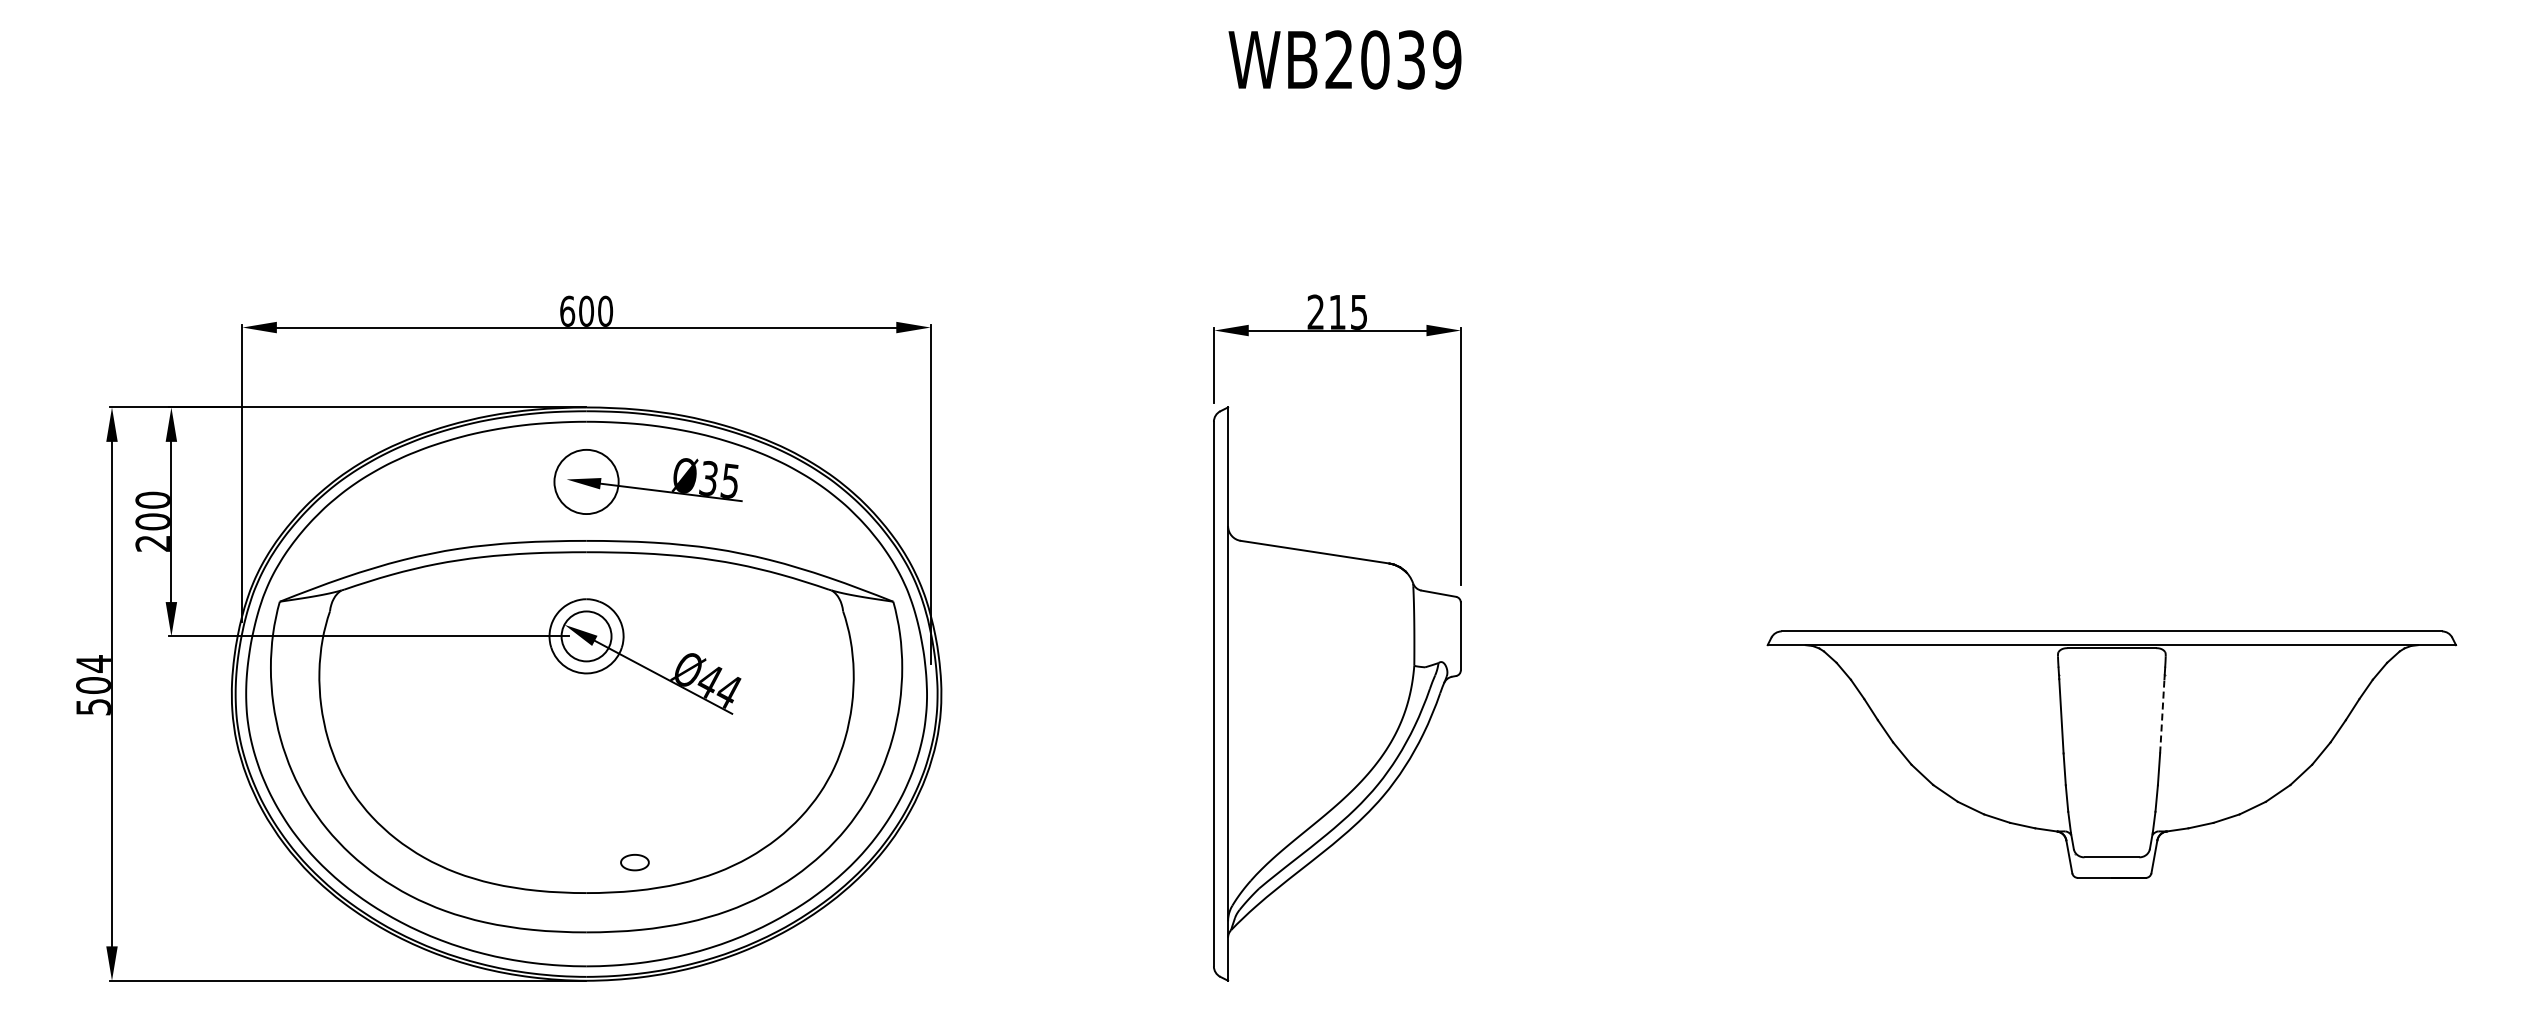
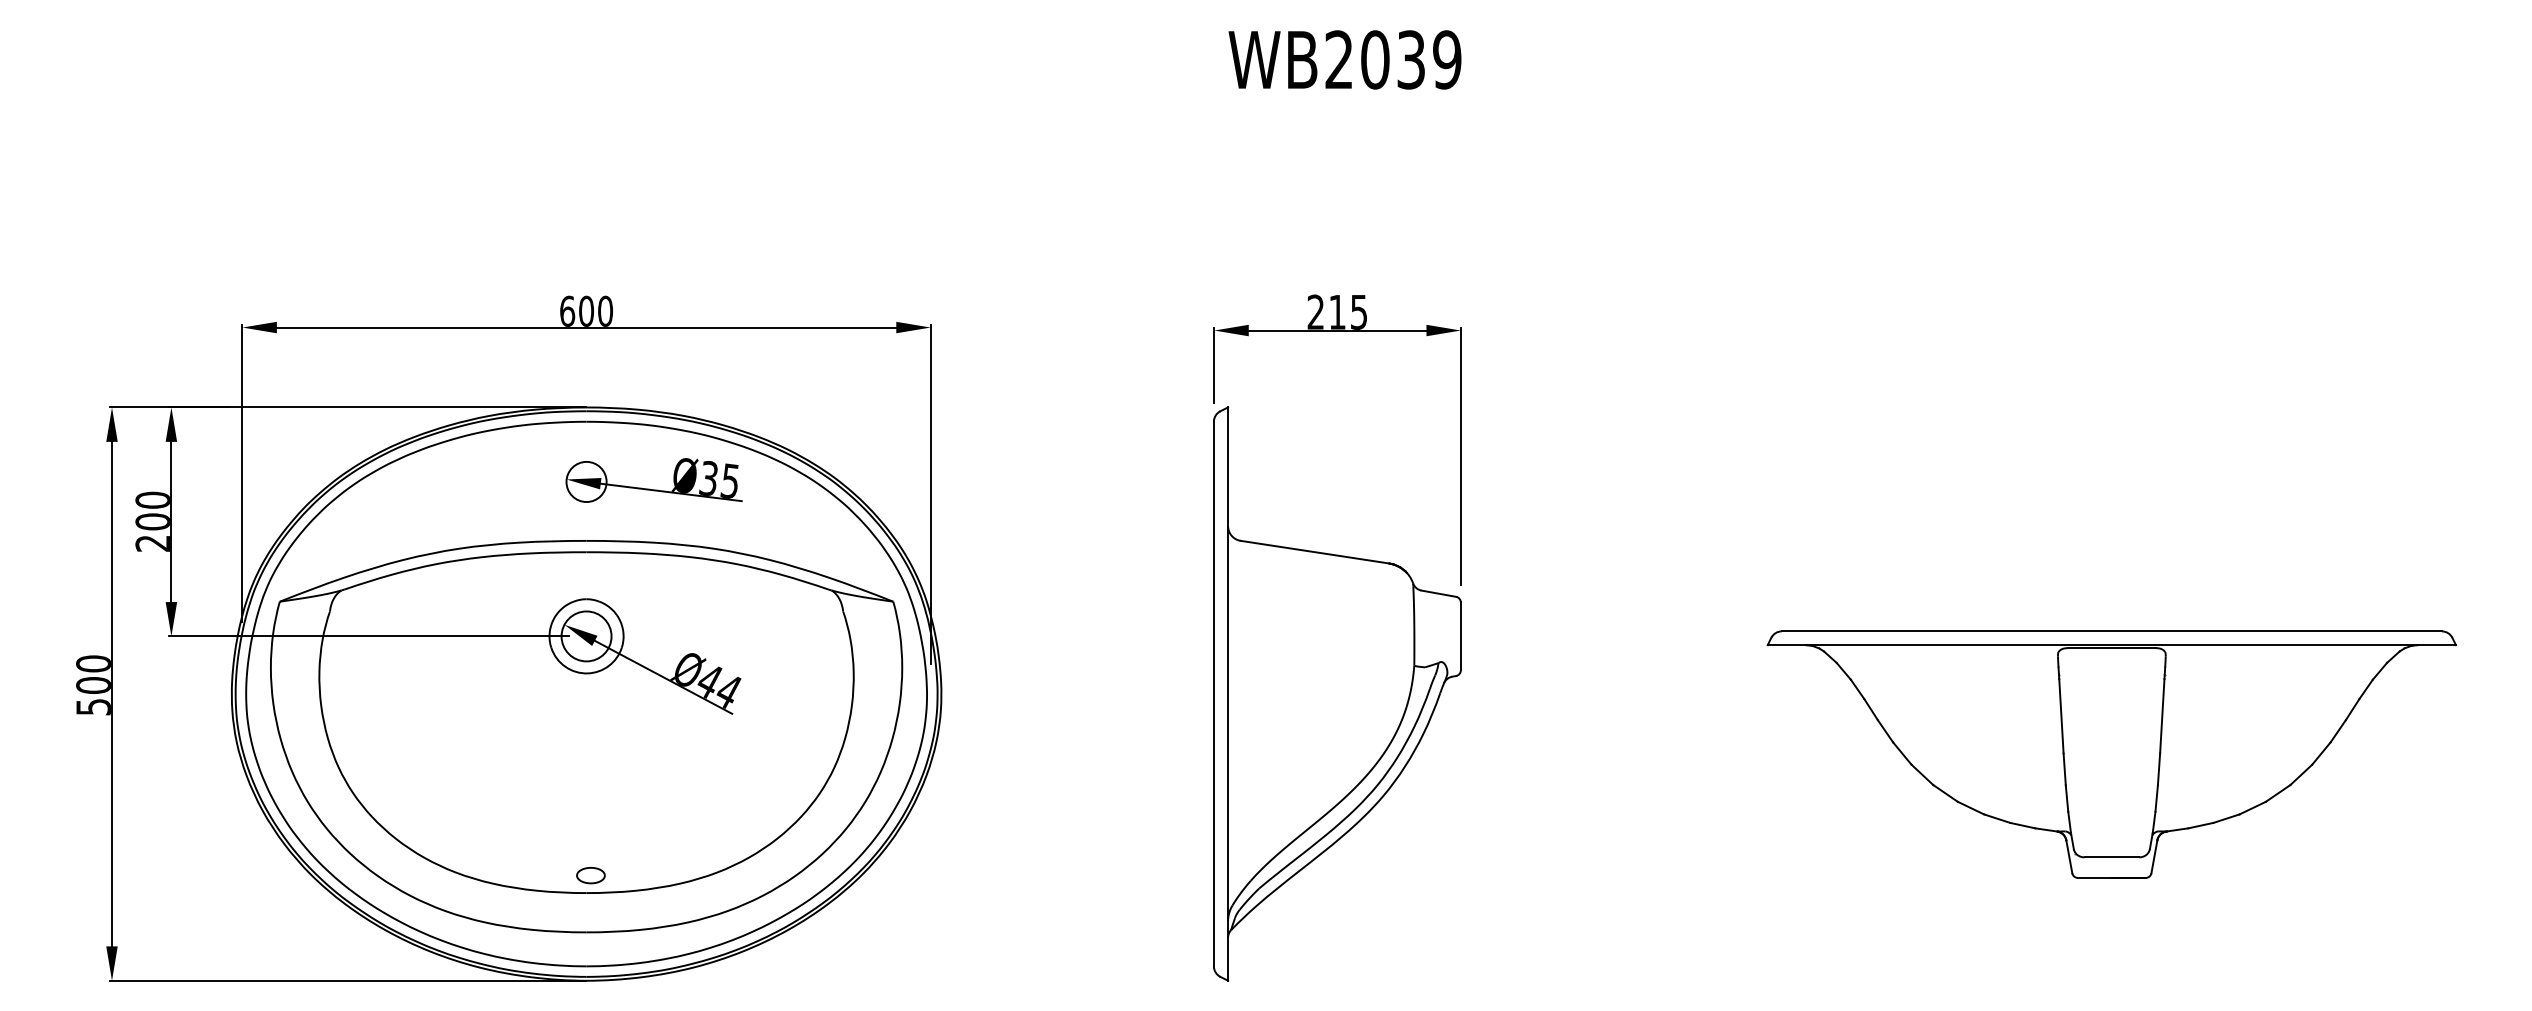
circle at (586, 481) diameter: 64 px -> 40 px
text at (93, 663): 504 -> 500
line at (2162, 715): dashed -> solid
part at (634, 862) position: (634, 862) -> (590, 875)
